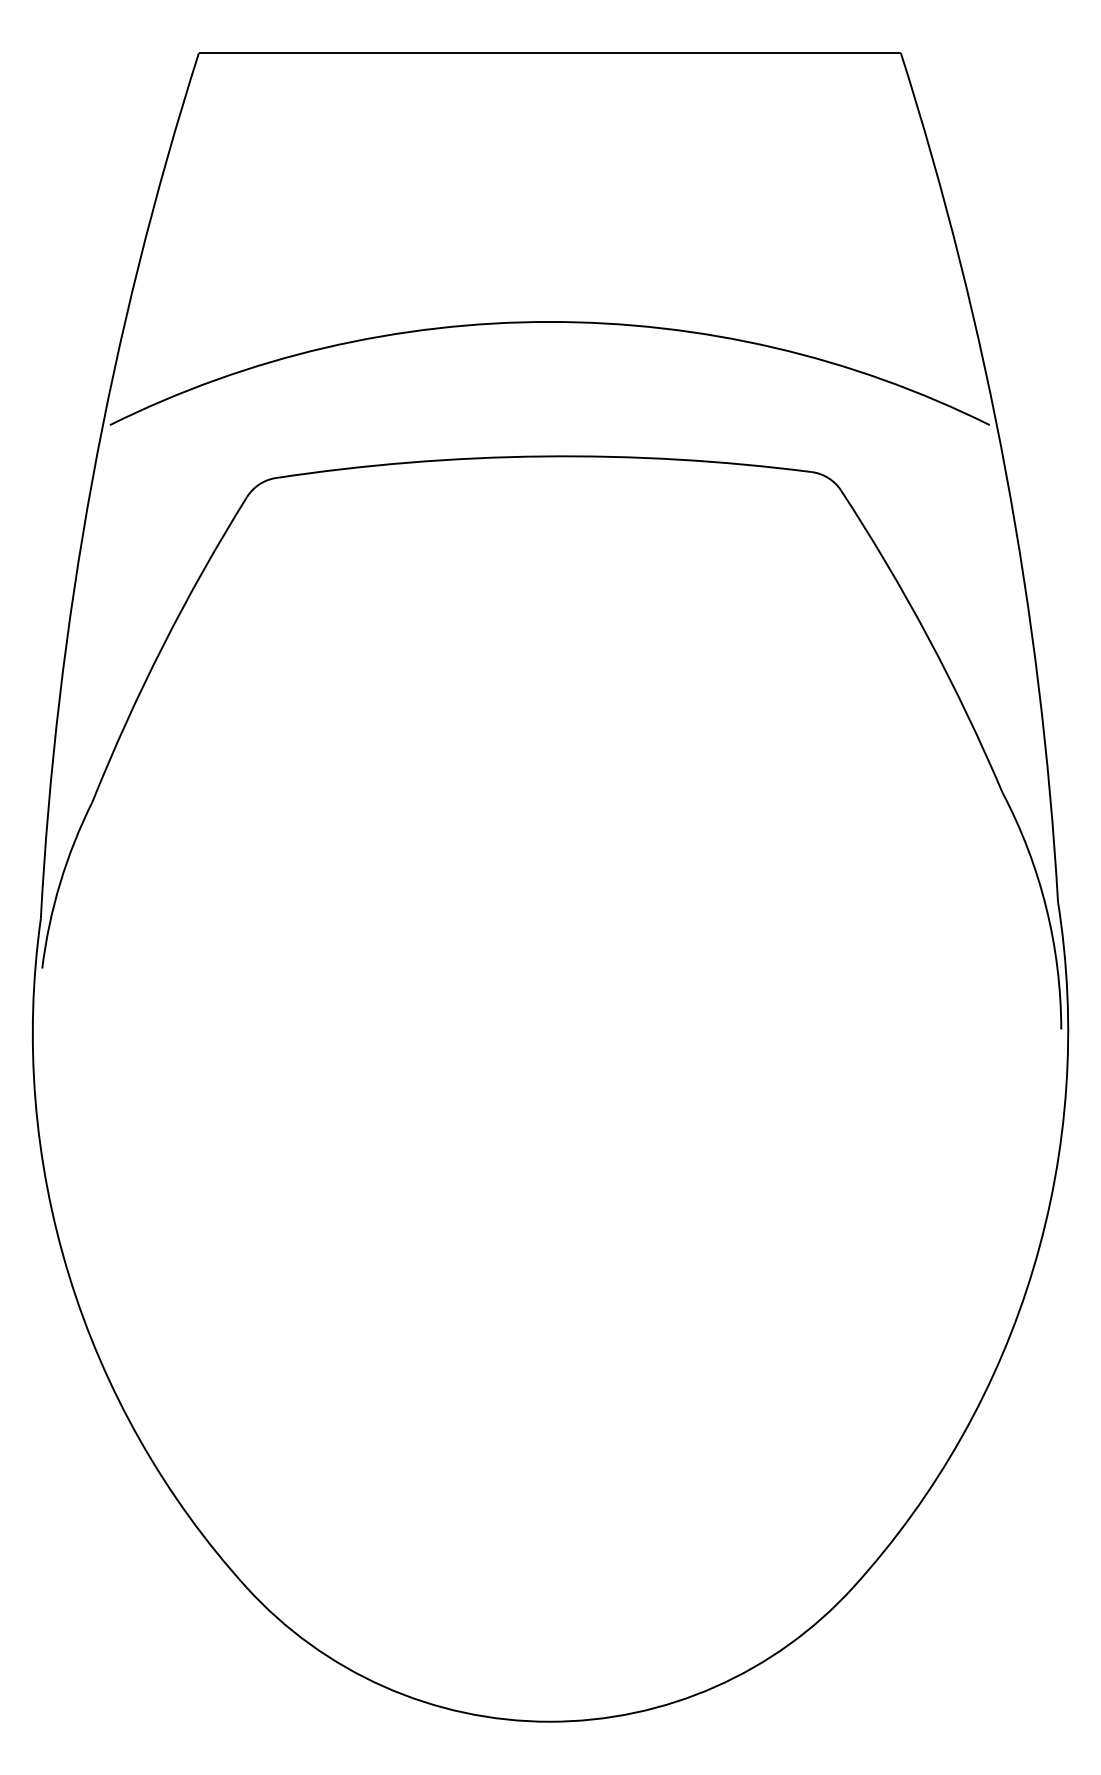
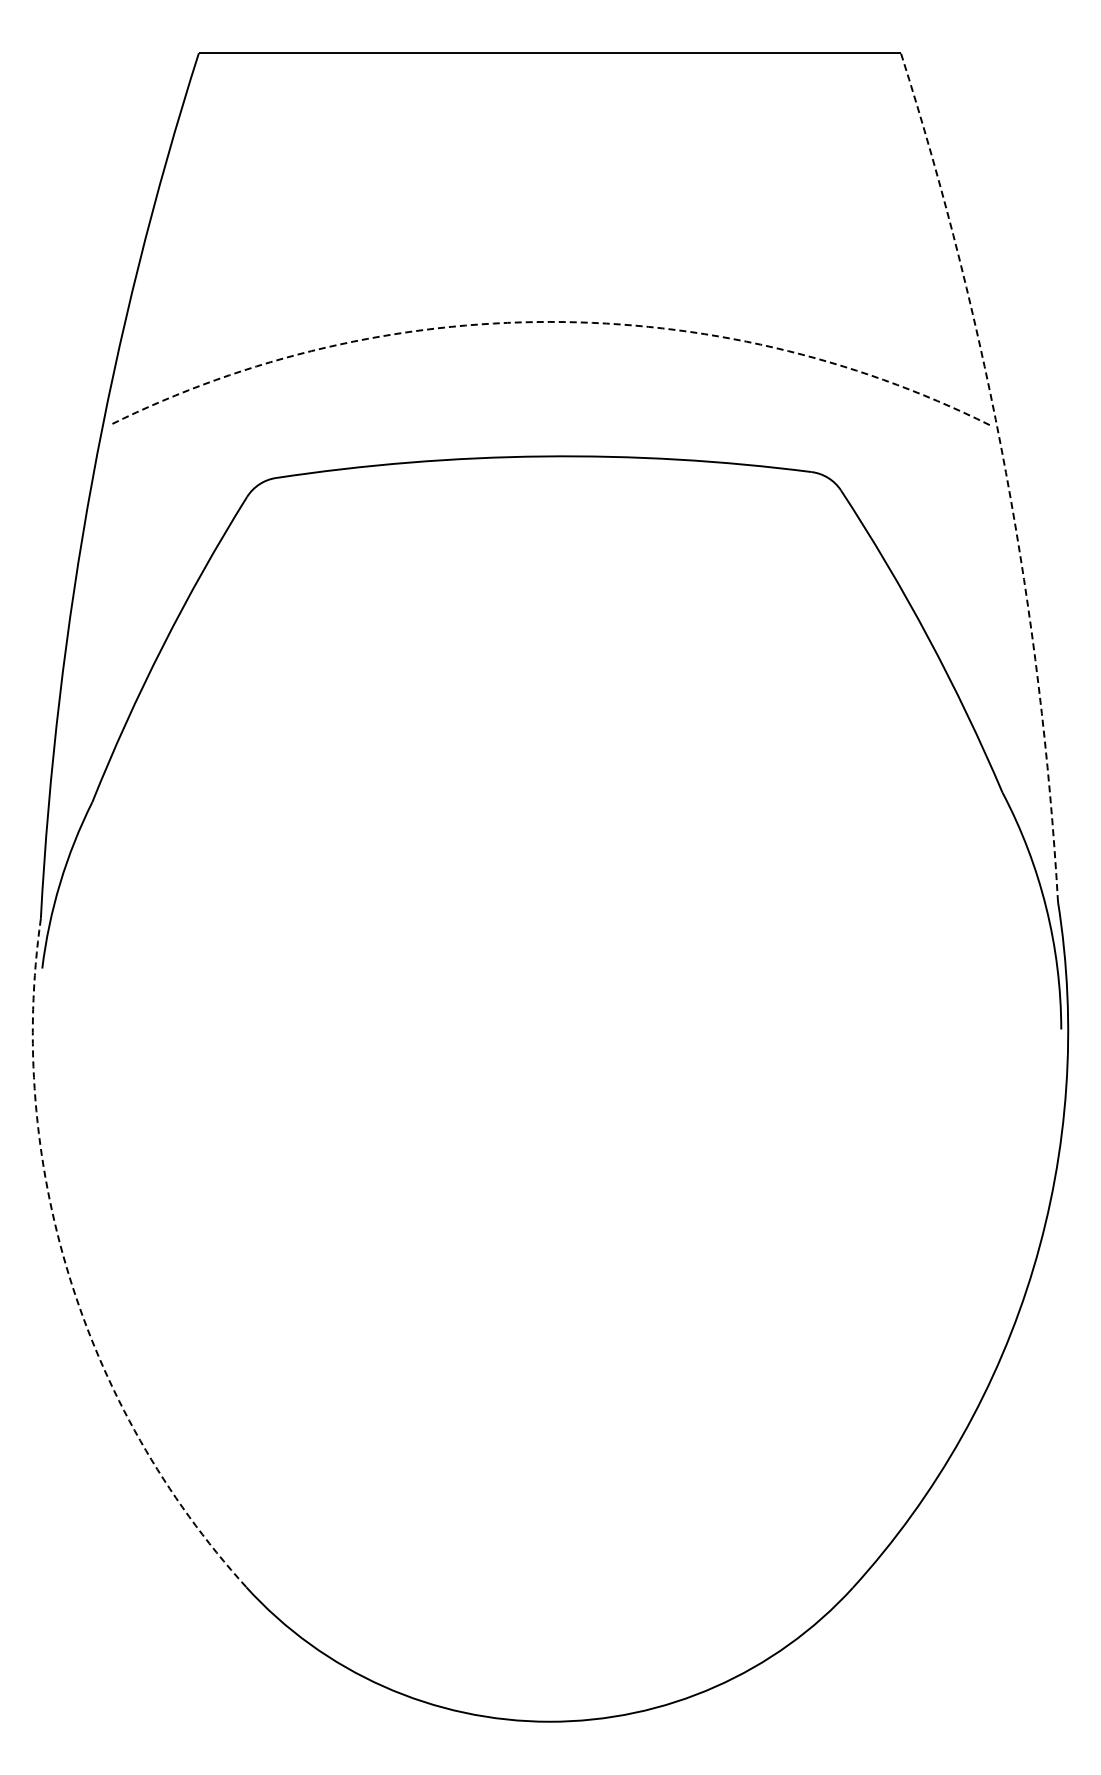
arc at (549, 321): solid -> dashed
arc at (1006, 472): solid -> dashed
arc at (69, 1275): solid -> dashed
